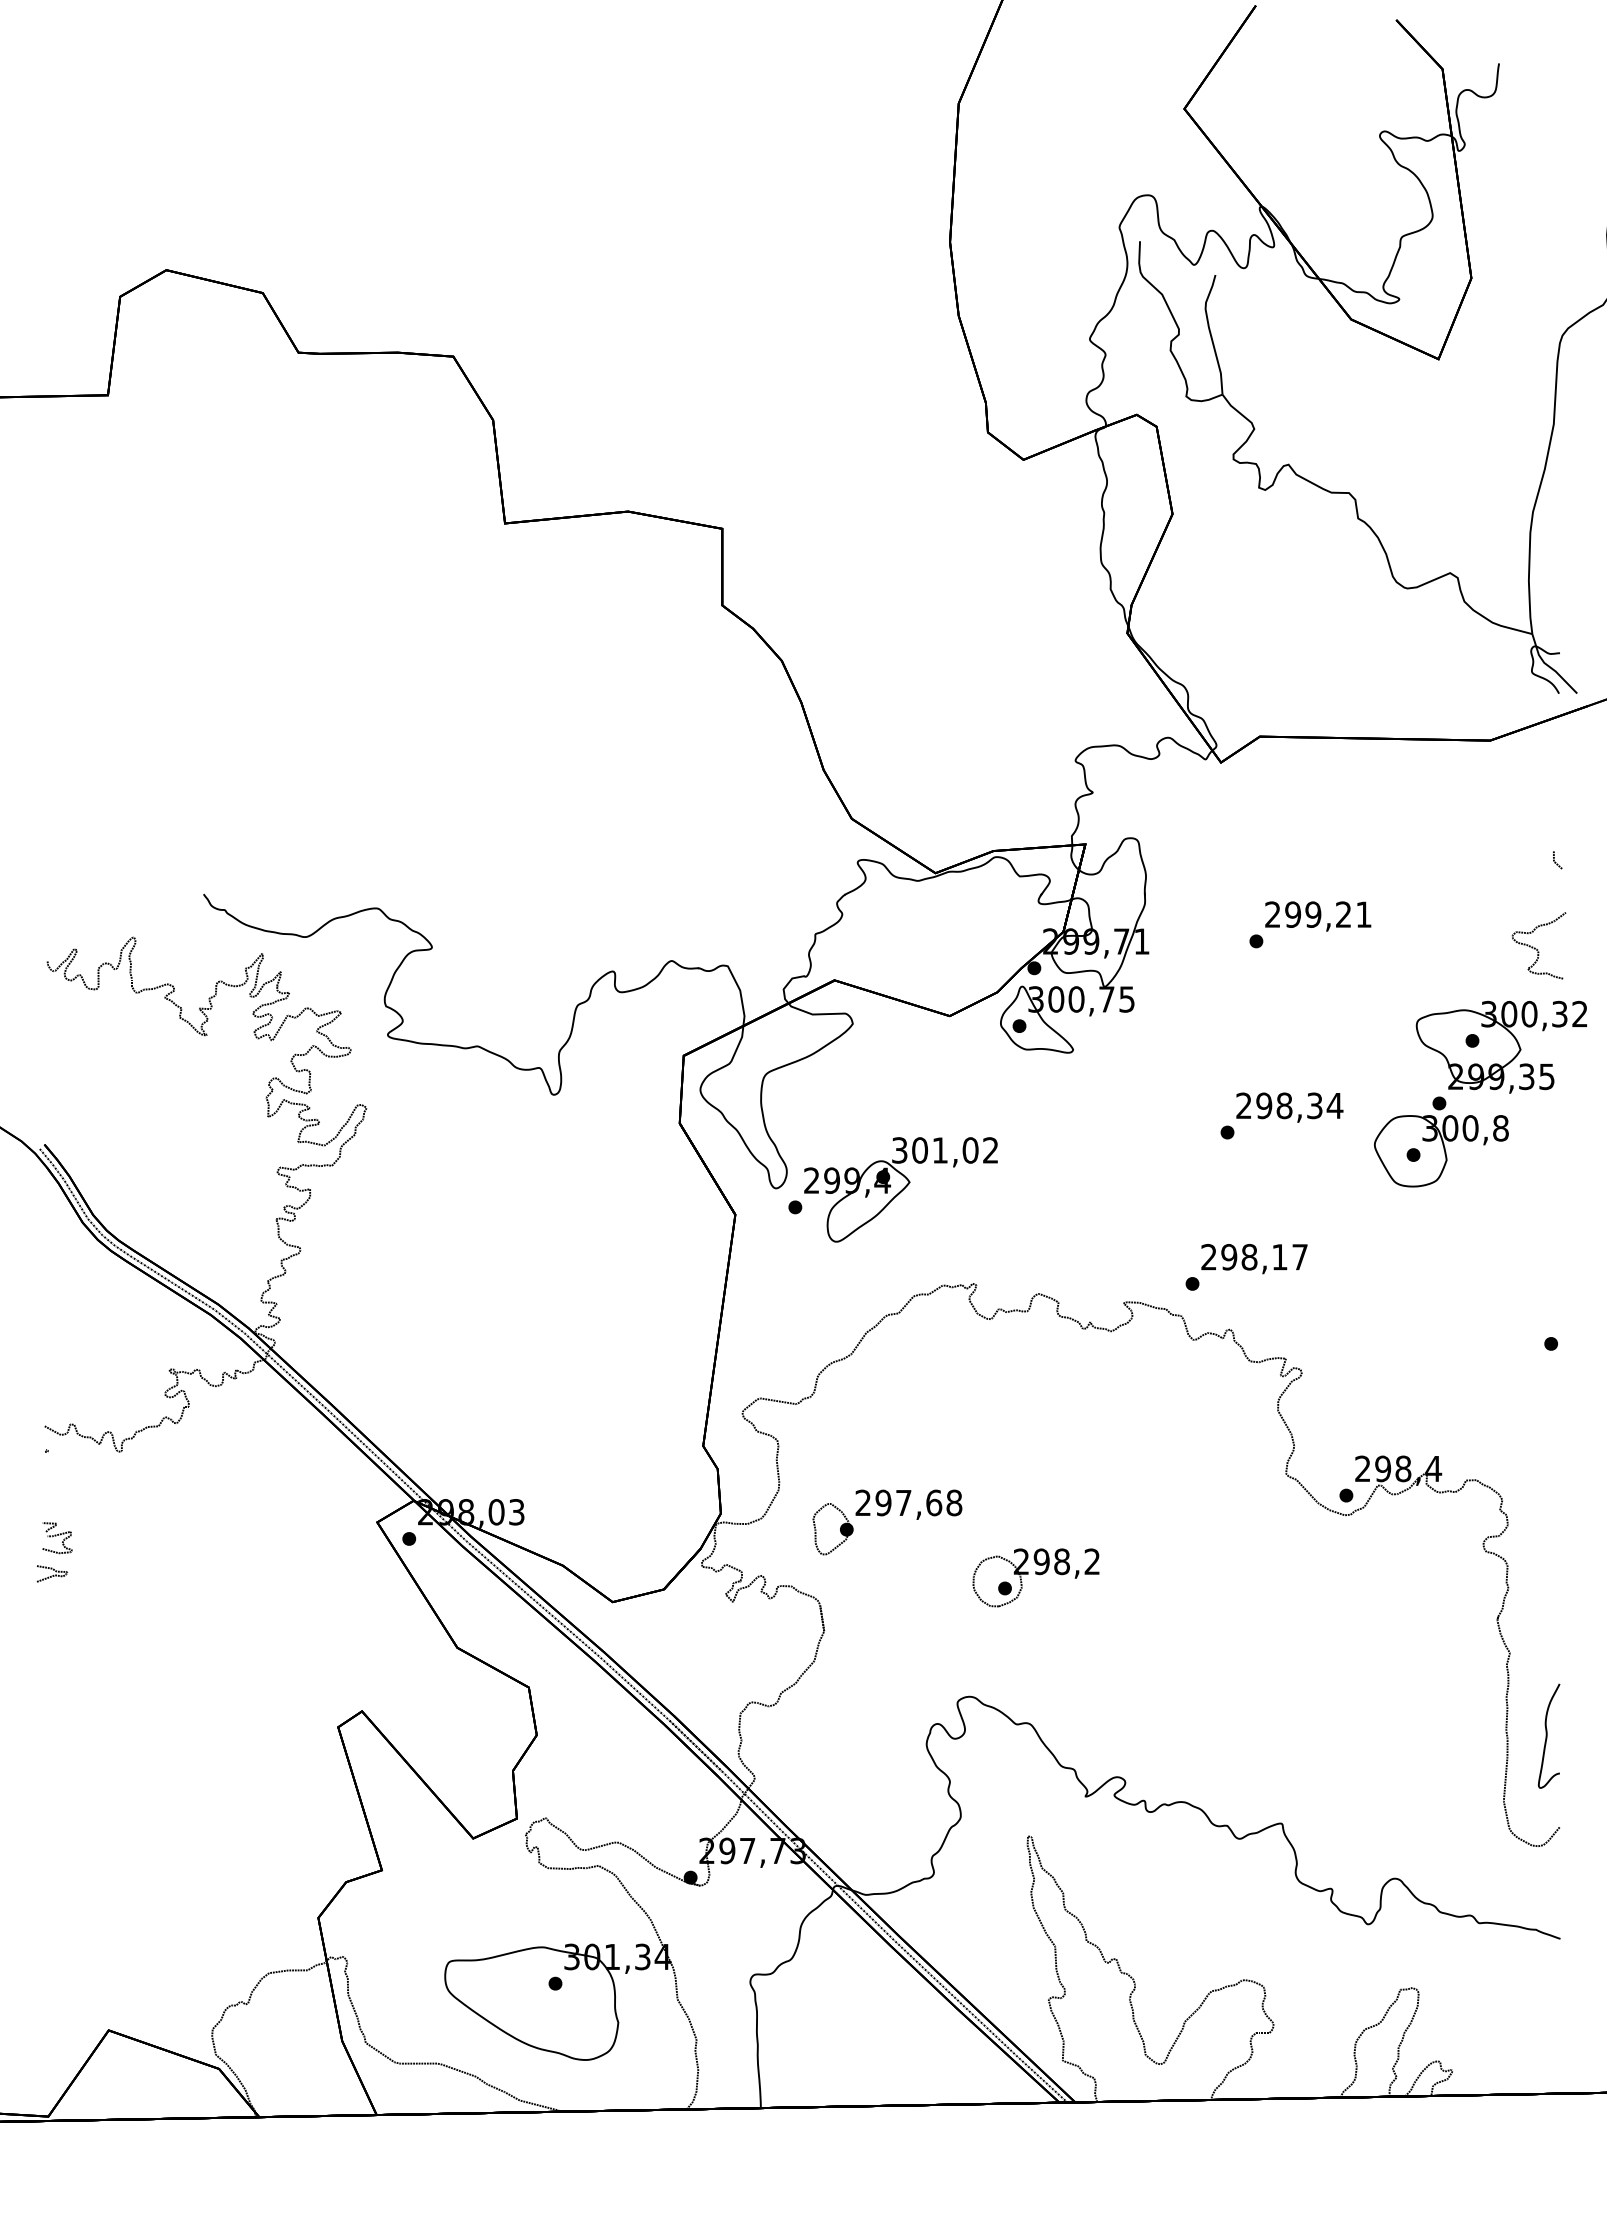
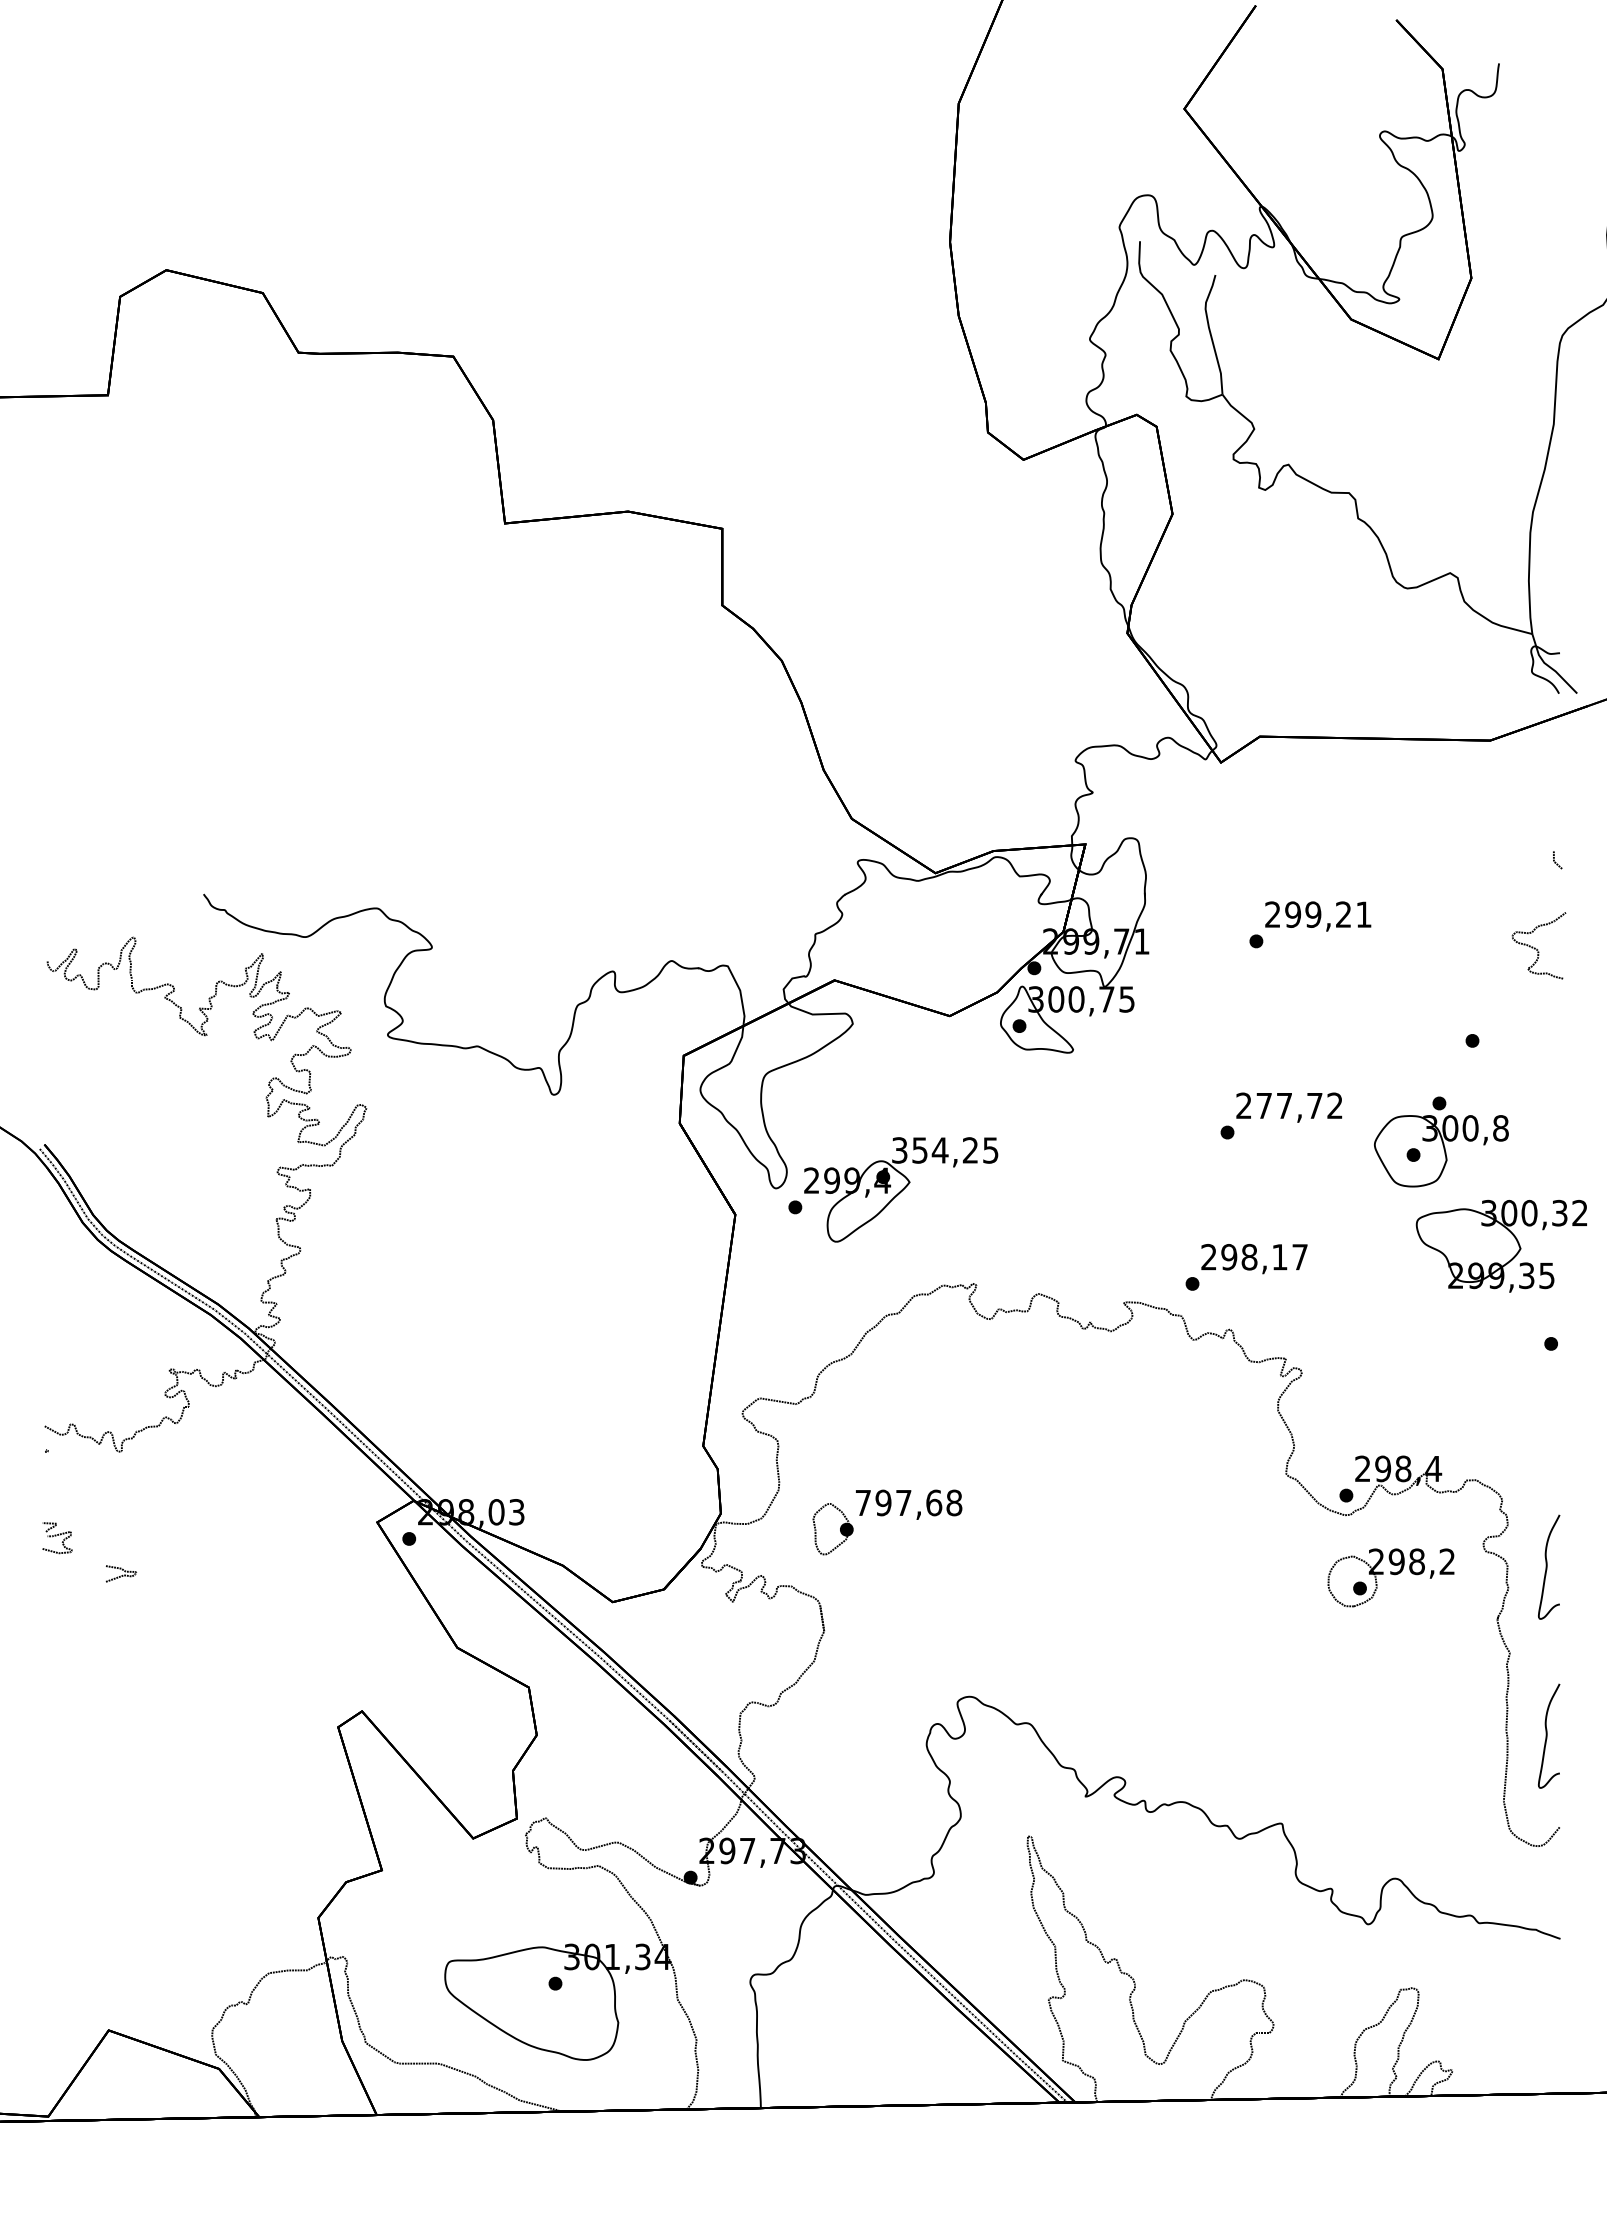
part at (1500, 1046) position: (1500, 1046) -> (1500, 1245)
text at (1299, 1105): 298,34 -> 277,72
text at (955, 1150): 301,02 -> 354,25
text at (862, 1502): 297,68 -> 797,68
part at (1549, 1566): none -> present
curve at (51, 1575) position: (51, 1575) -> (120, 1575)
part at (1035, 1577) position: (1035, 1577) -> (1390, 1577)
